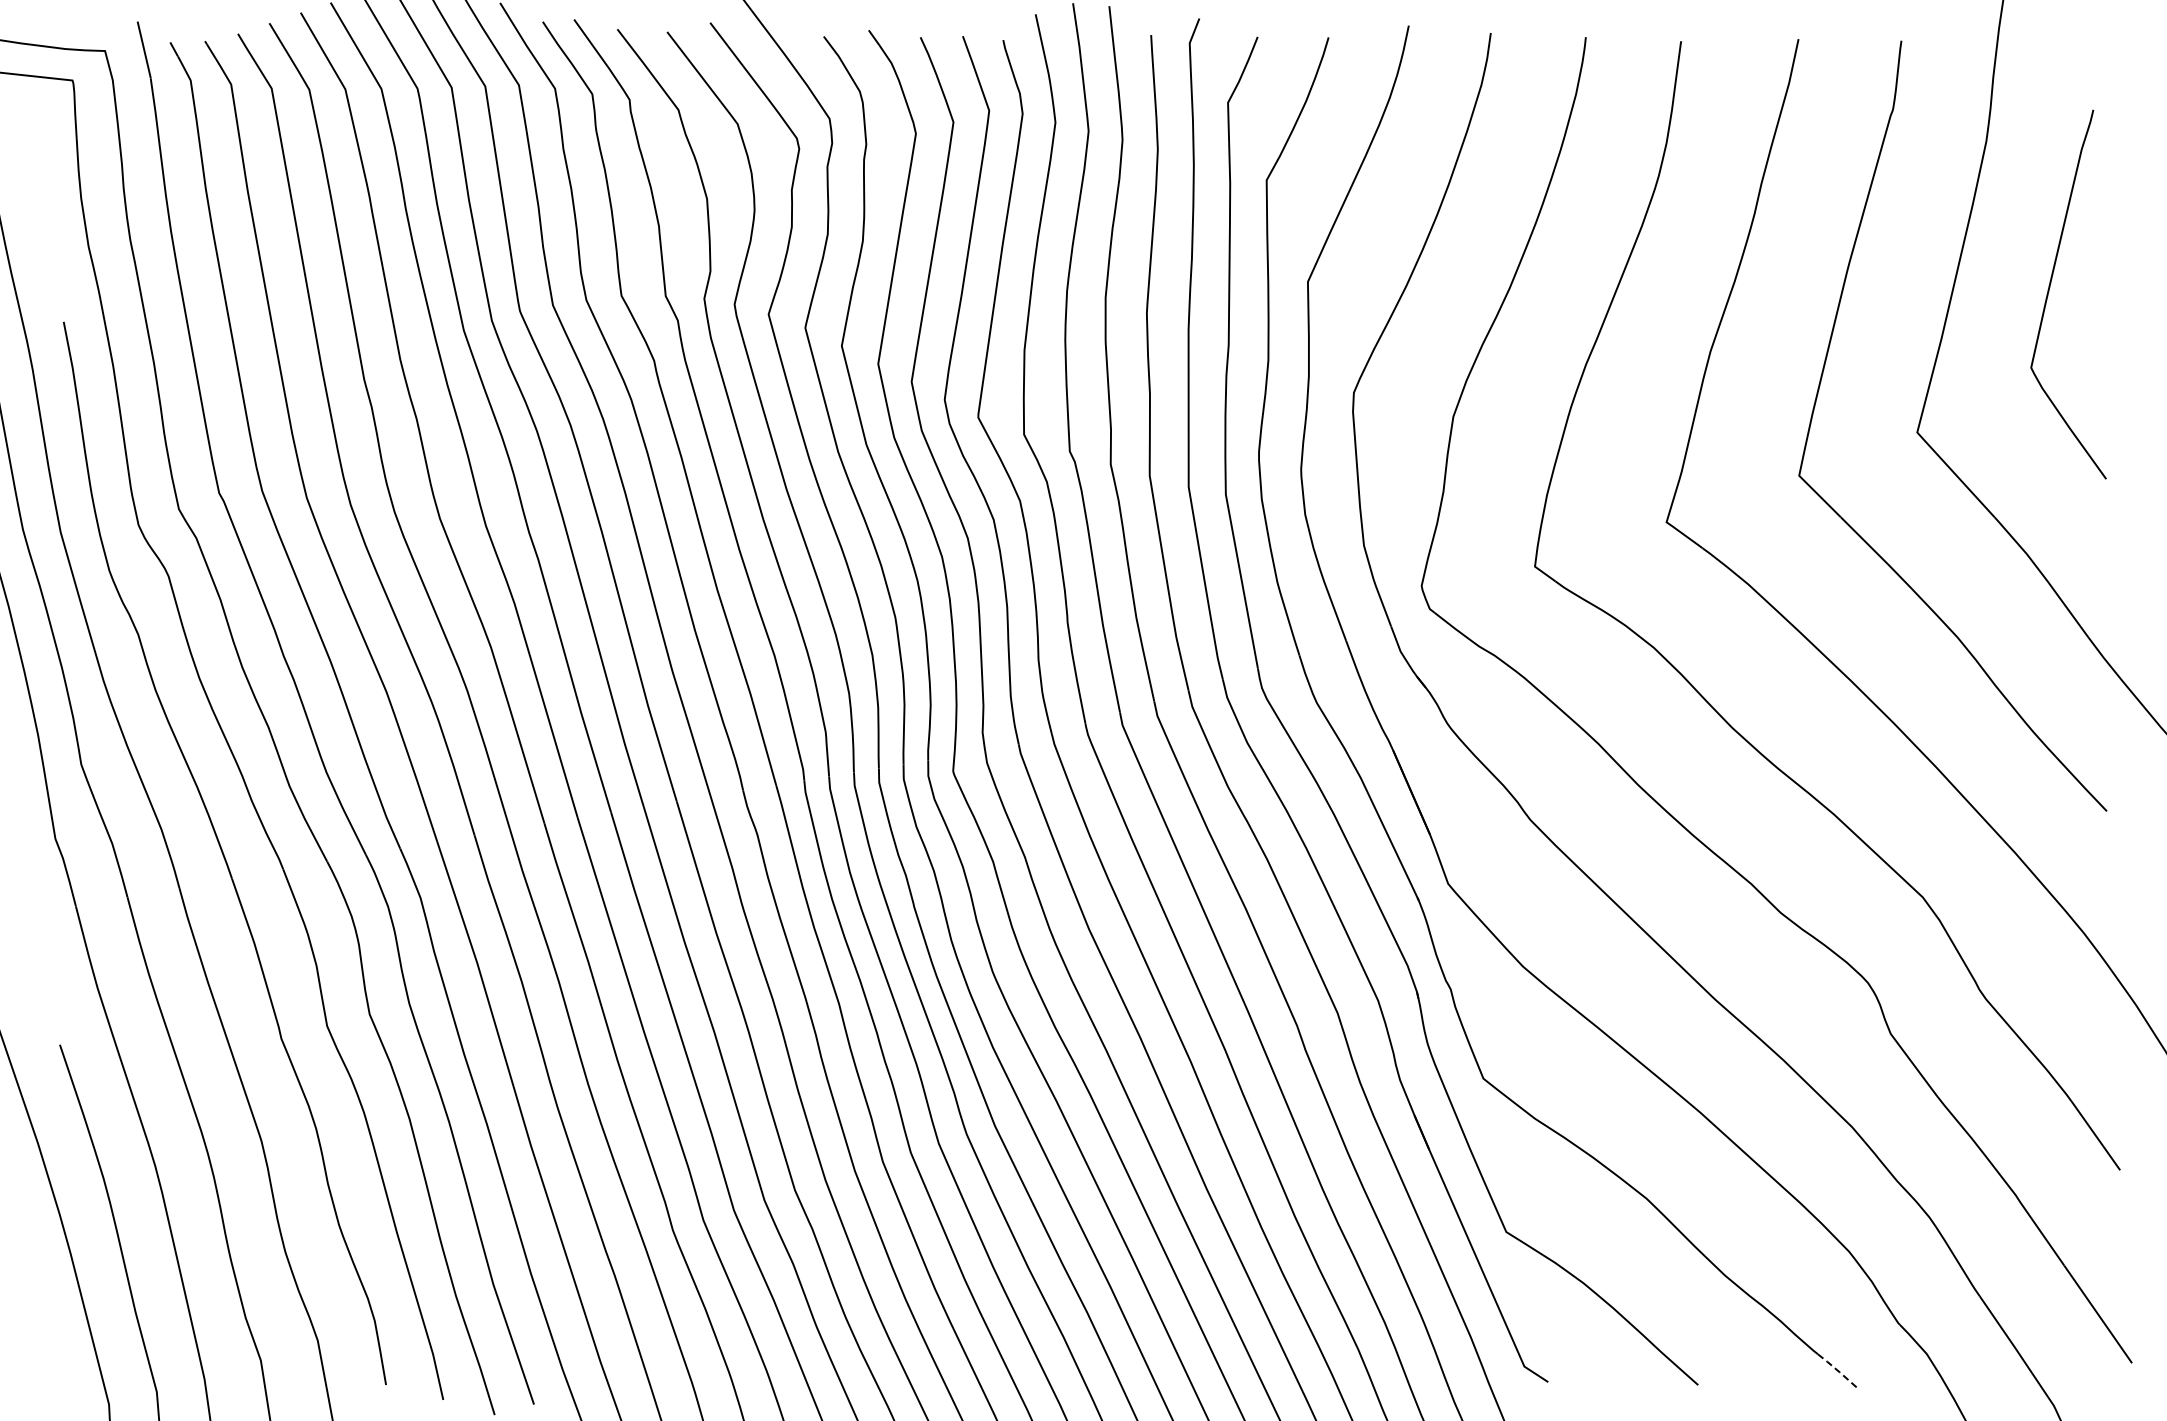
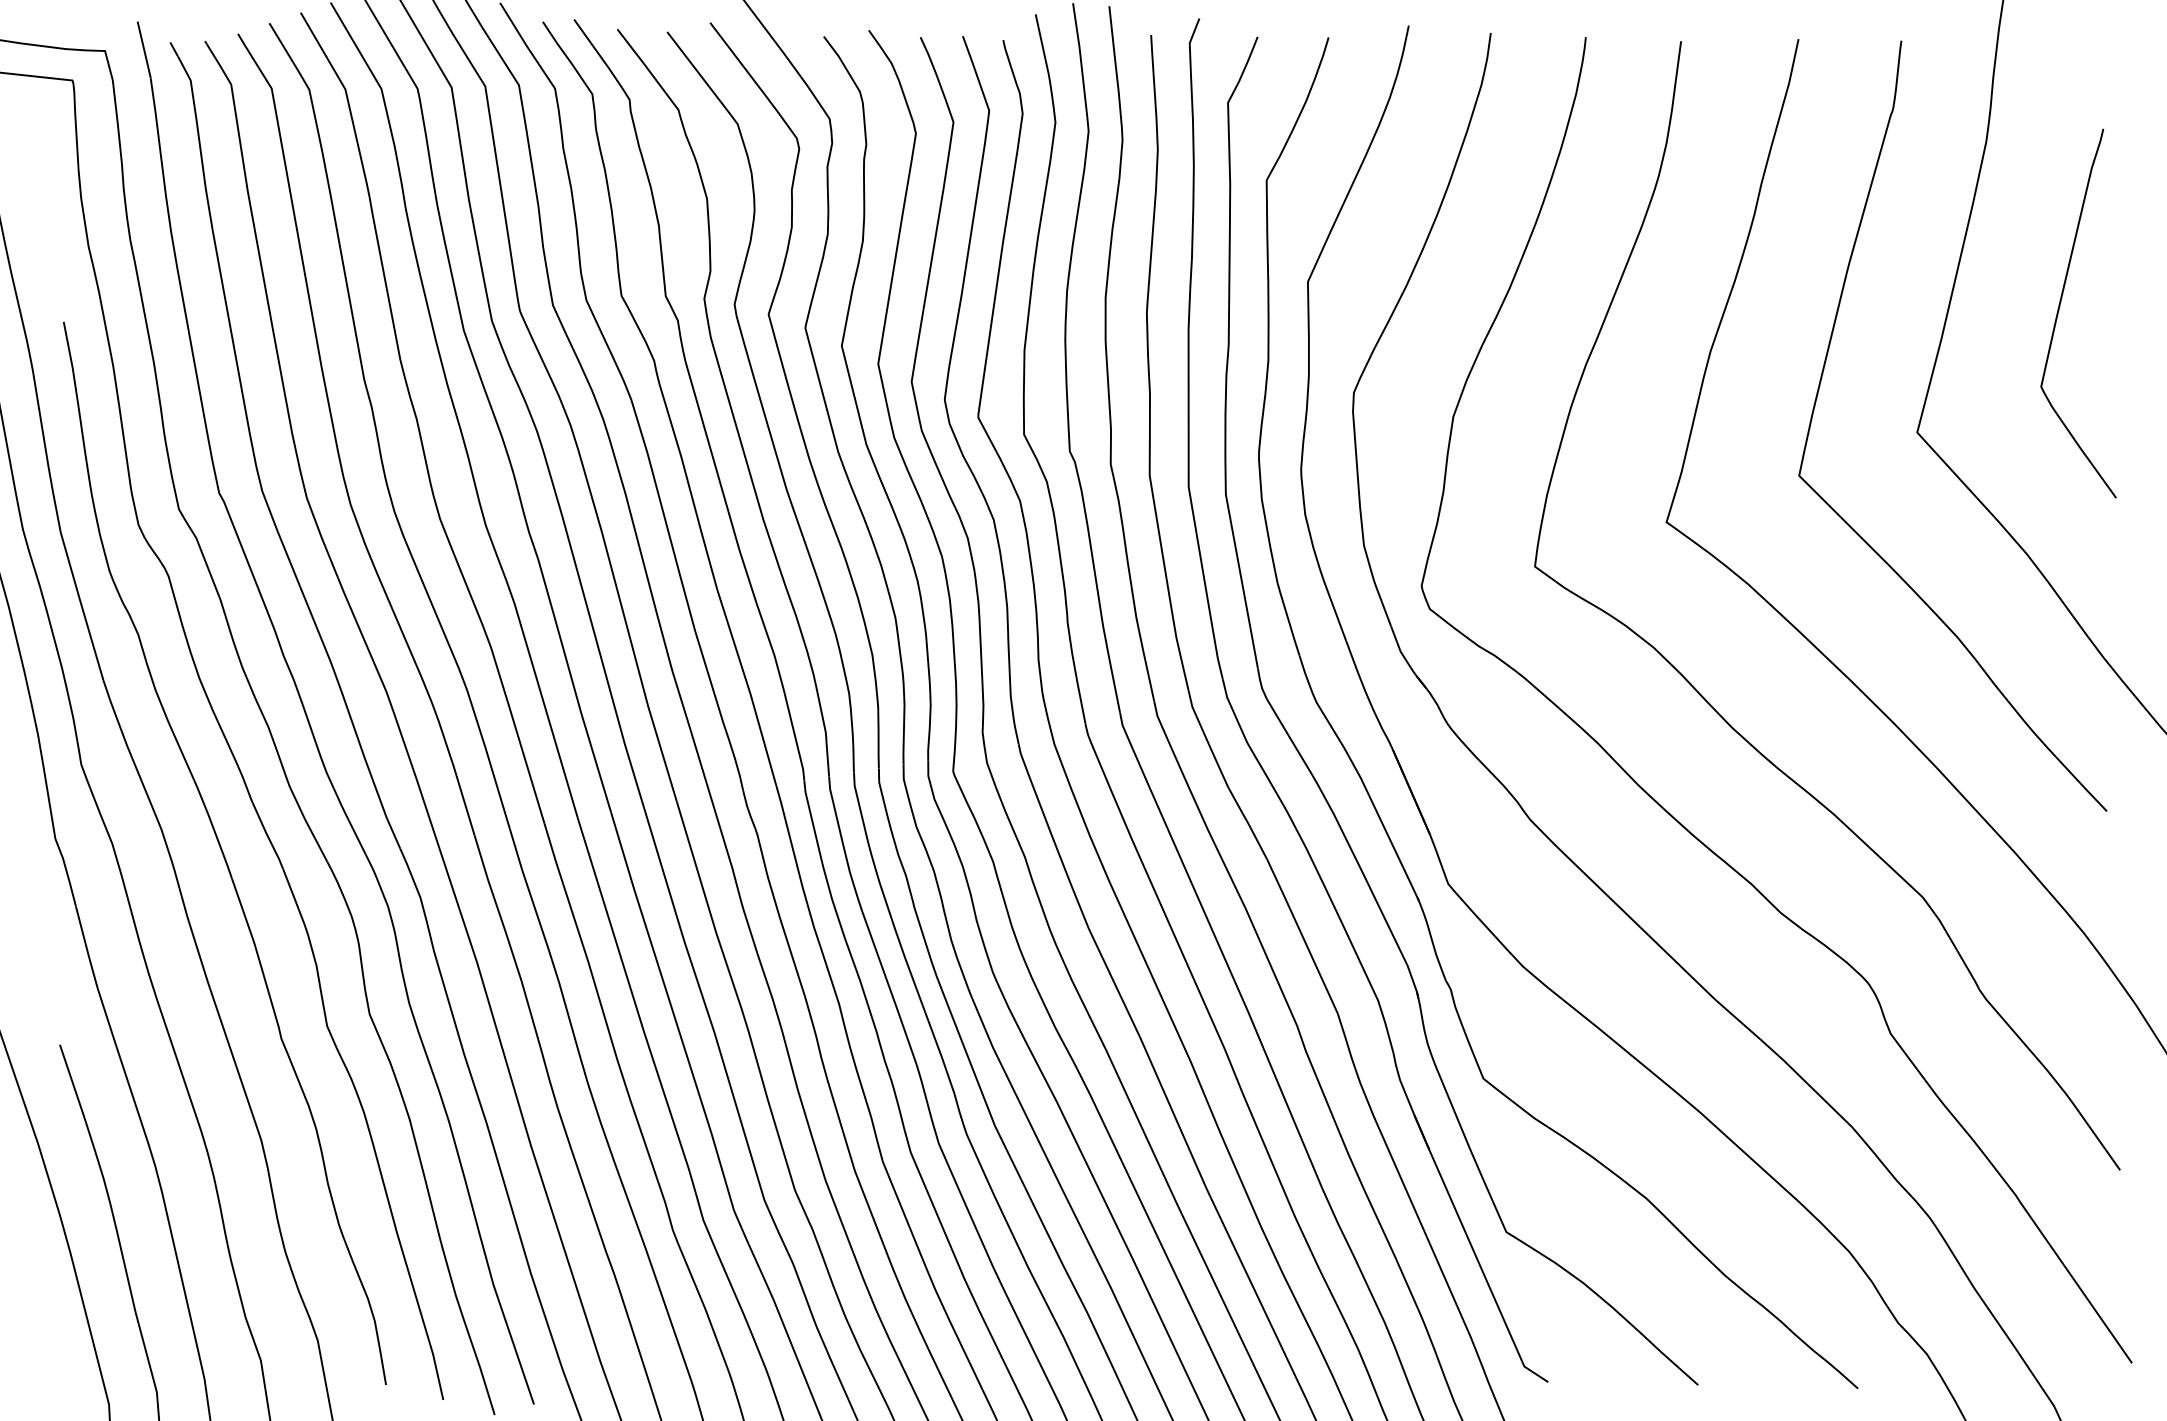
curve at (2049, 291) position: (2049, 291) -> (2059, 310)
line at (1838, 1371): dashed -> solid
